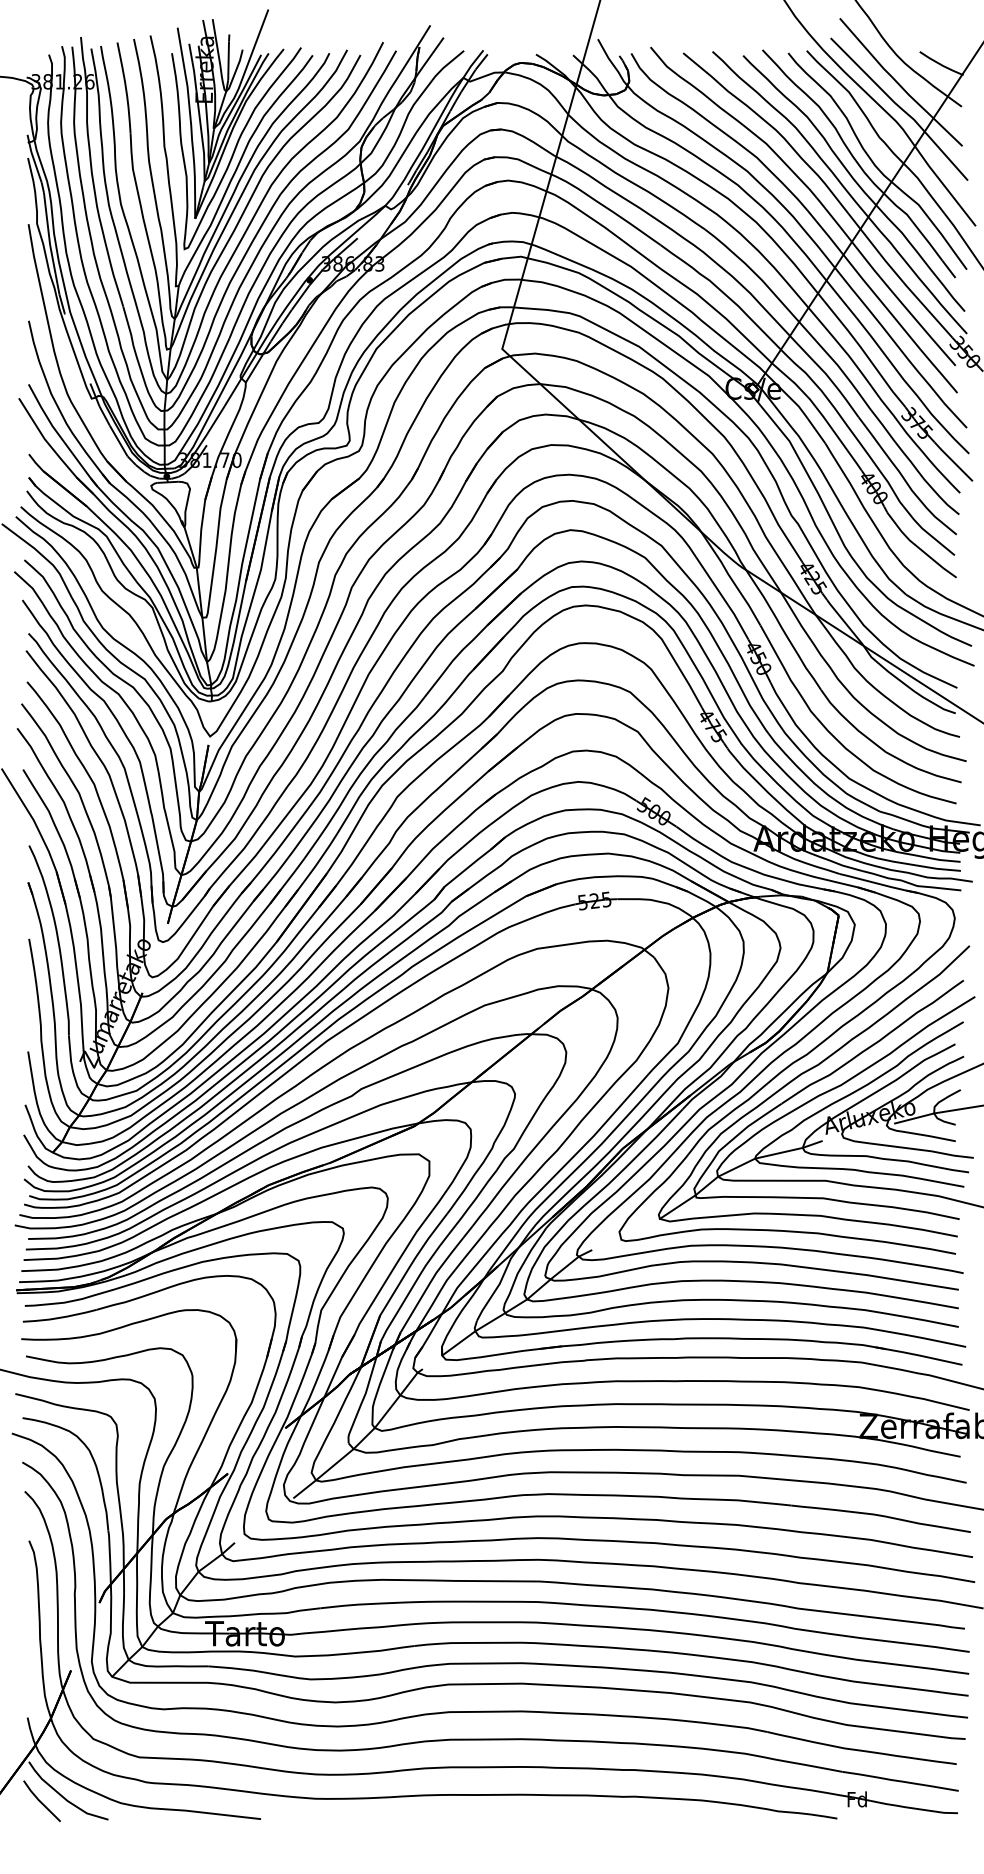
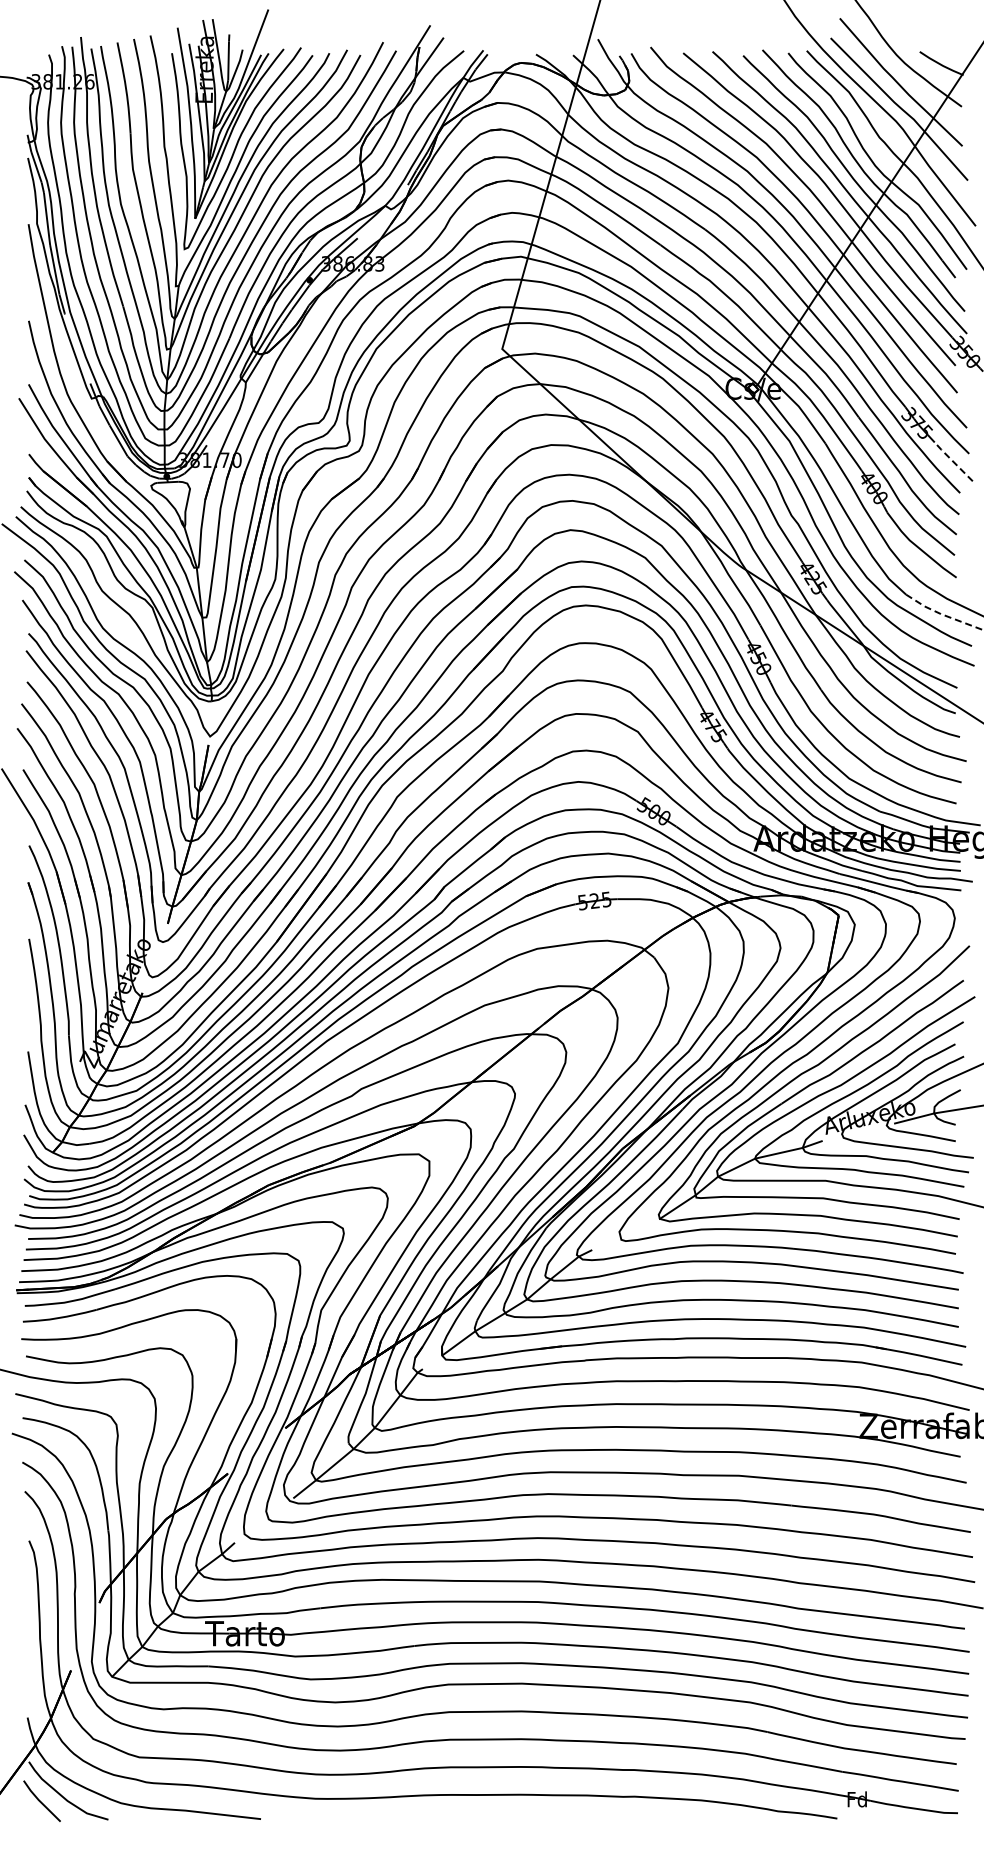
line at (953, 461): solid -> dashed
line at (942, 614): solid -> dashed
